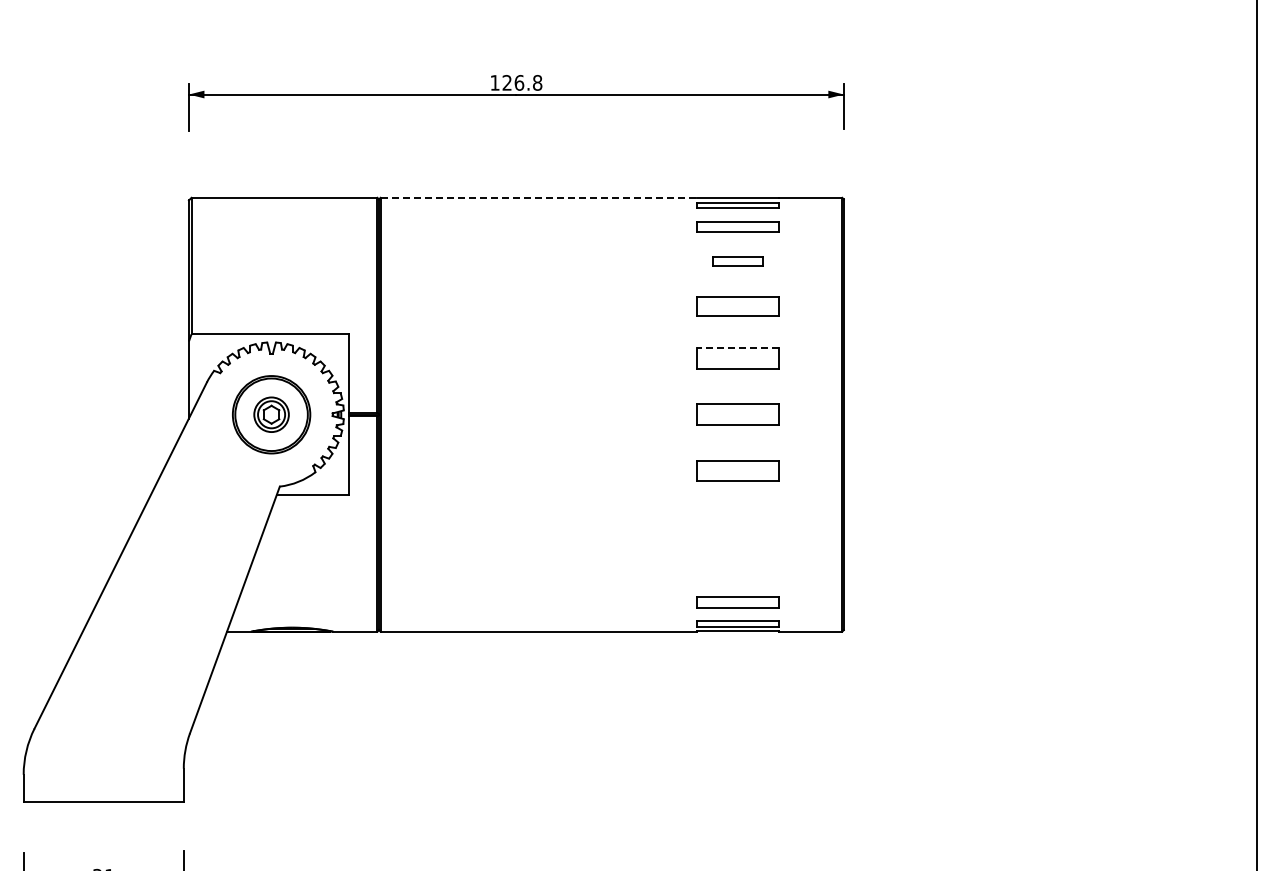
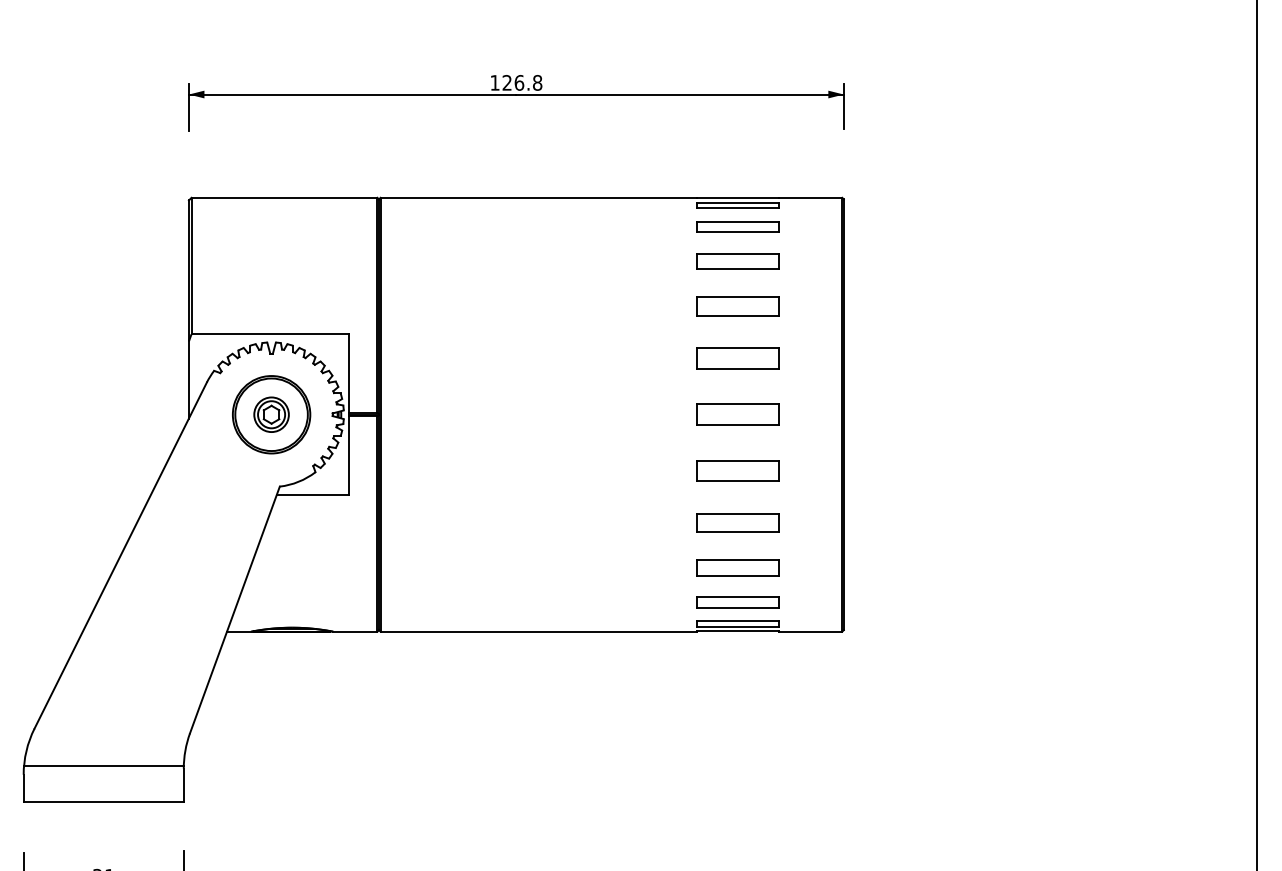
line at (539, 197): dashed -> solid
part at (737, 261) size: 52x11 px -> 84x17 px
line at (737, 348): dashed -> solid
part at (737, 522): none -> present
part at (737, 567): none -> present
line at (103, 765): none -> present
